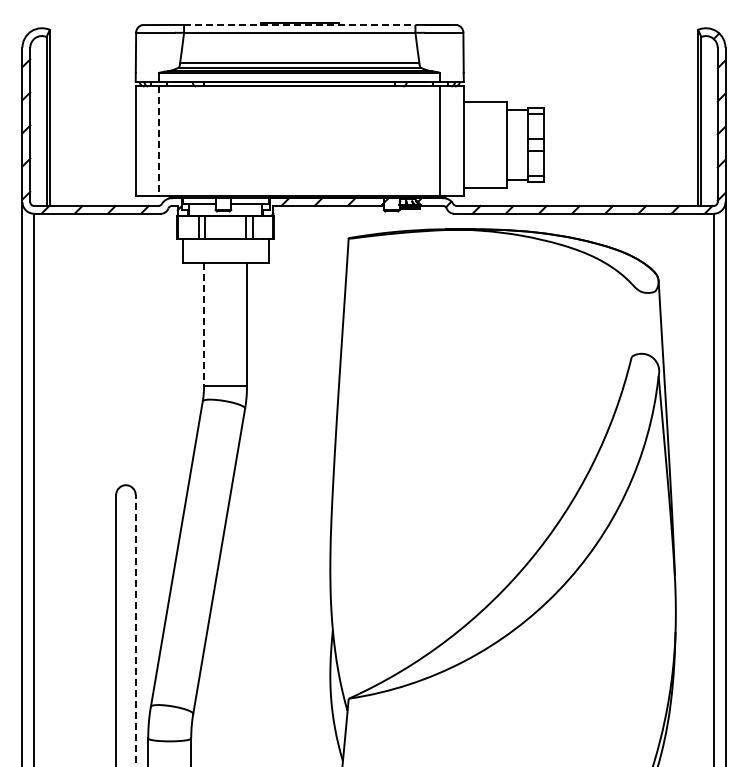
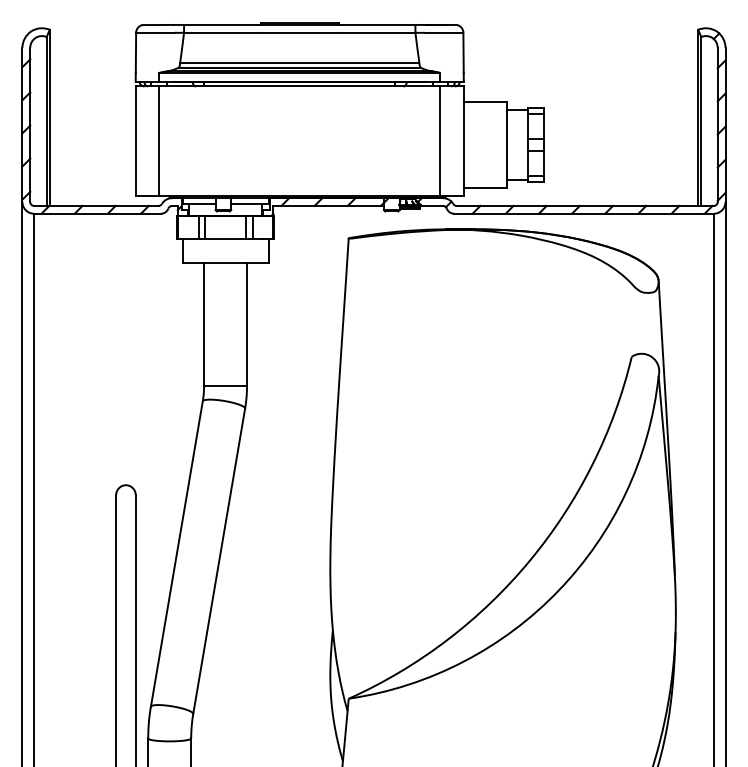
line at (299, 24): dashed -> solid
line at (159, 141): dashed -> solid
line at (204, 324): dashed -> solid
line at (135, 630): dashed -> solid
